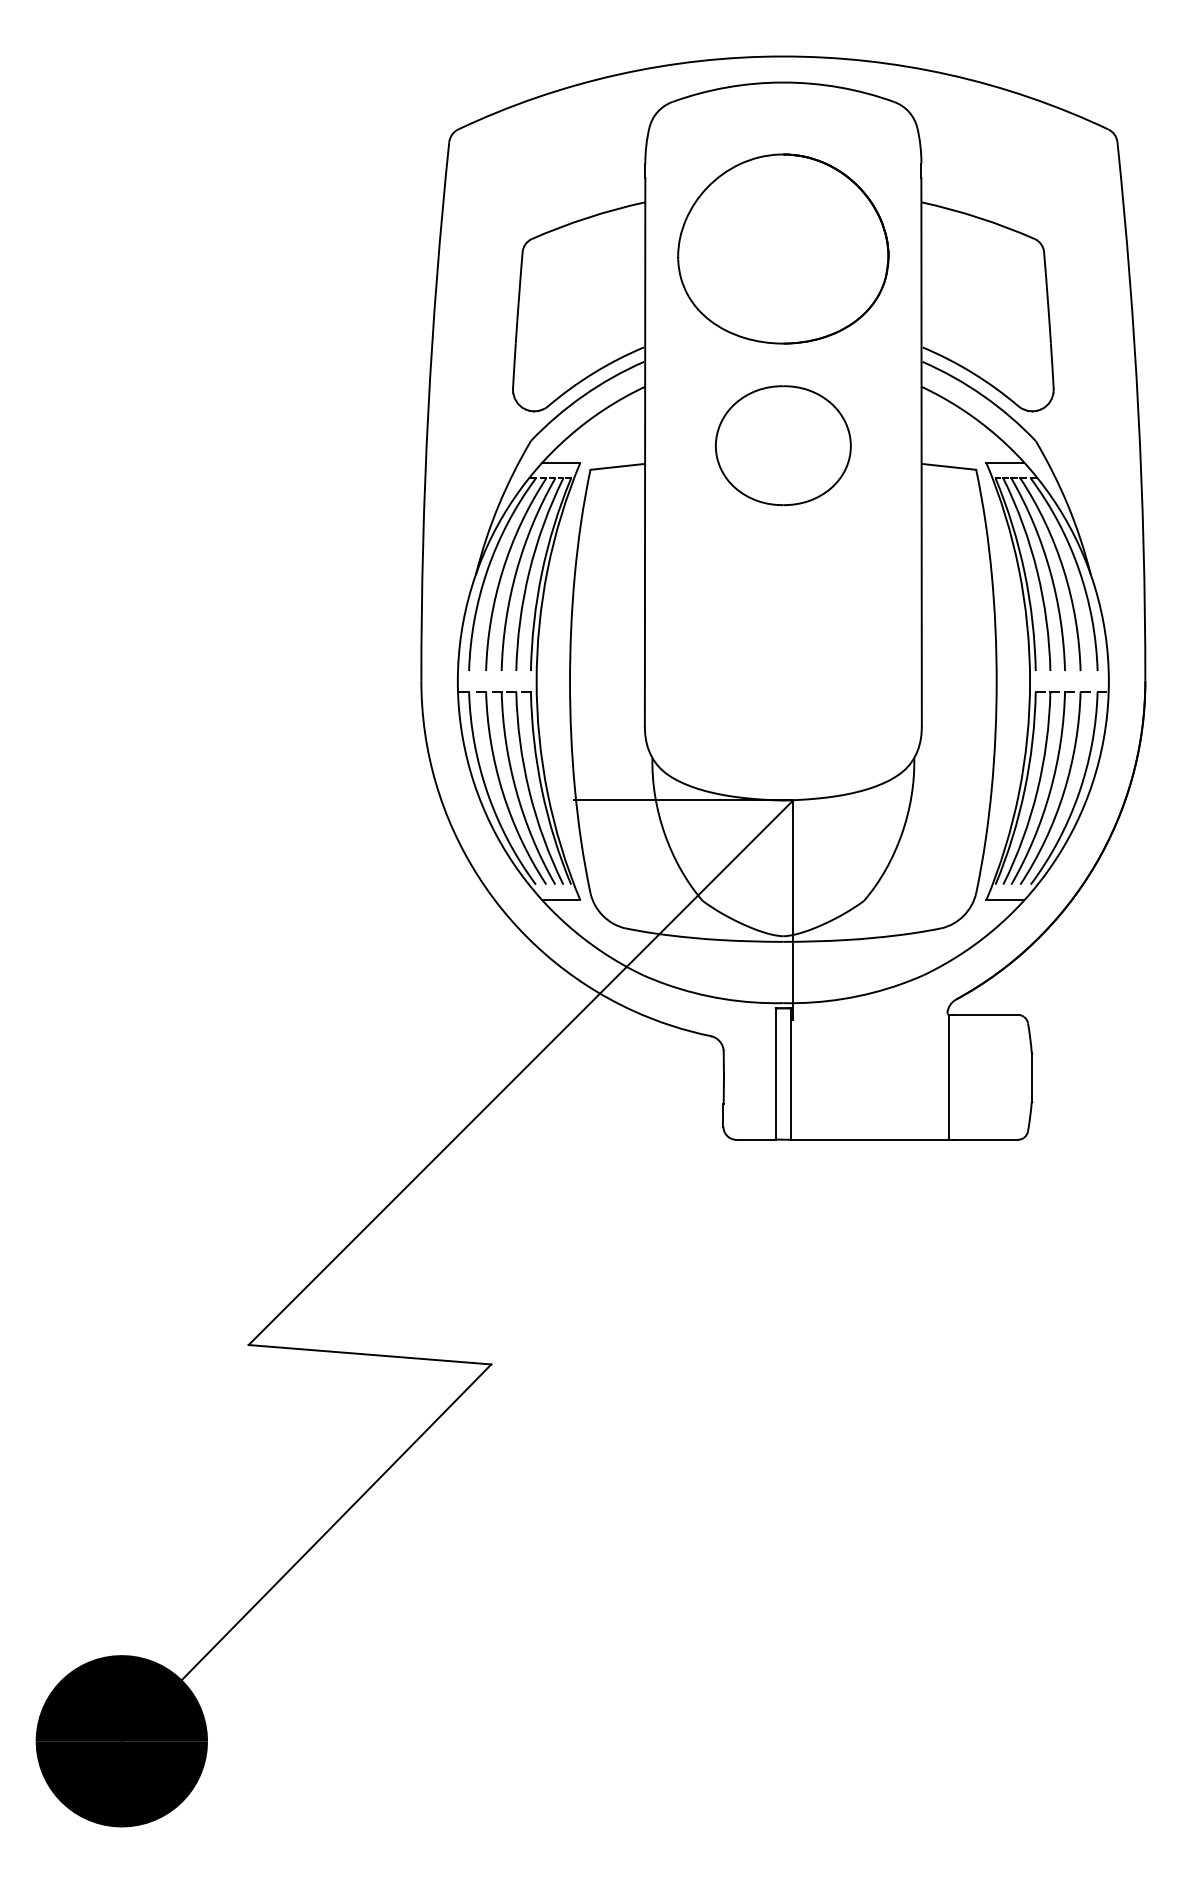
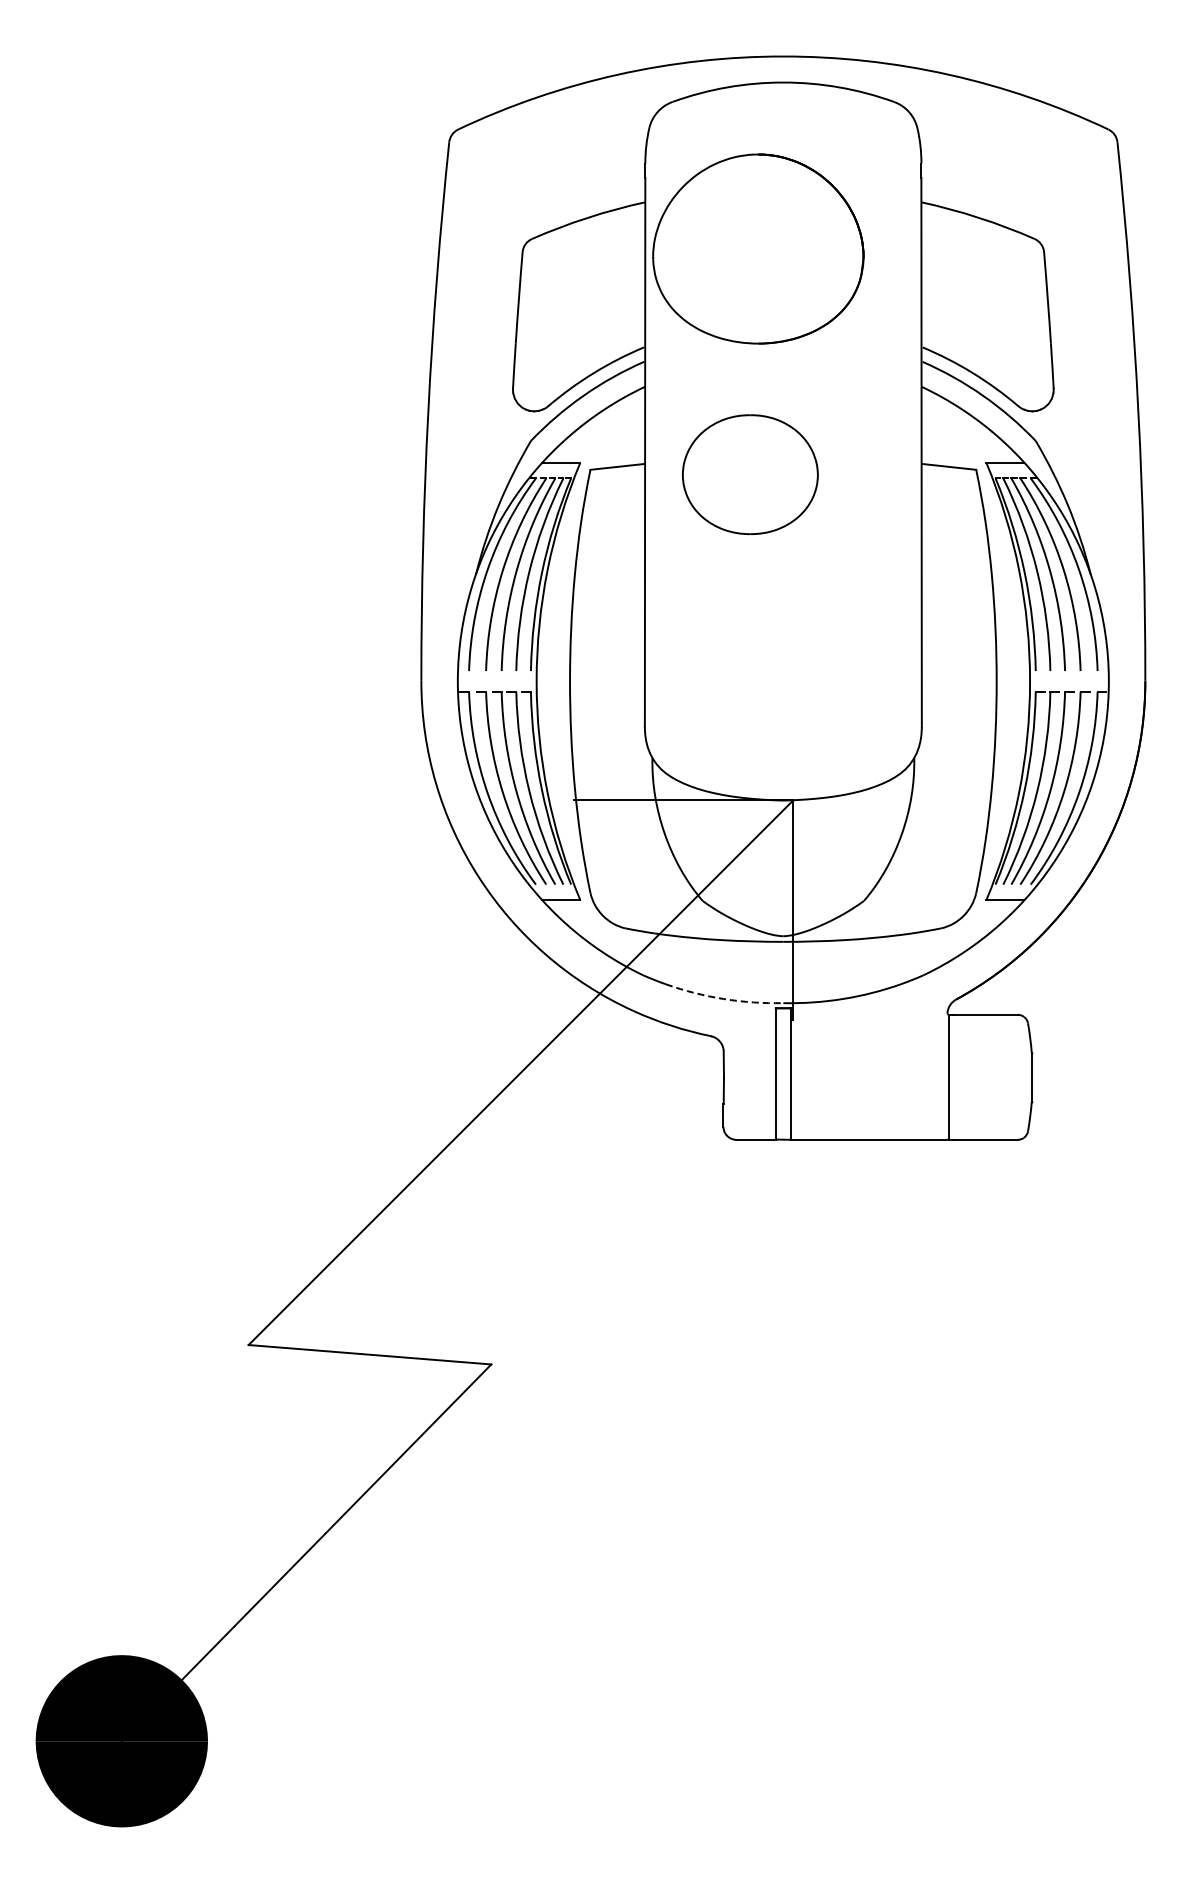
part at (783, 248) position: (783, 248) -> (758, 248)
part at (783, 445) position: (783, 445) -> (750, 474)
arc at (723, 999): solid -> dashed
